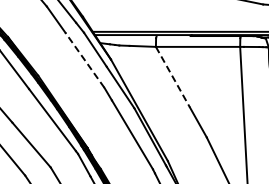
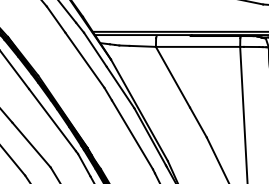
line at (84, 60): dashed -> solid
line at (172, 77): dashed -> solid
